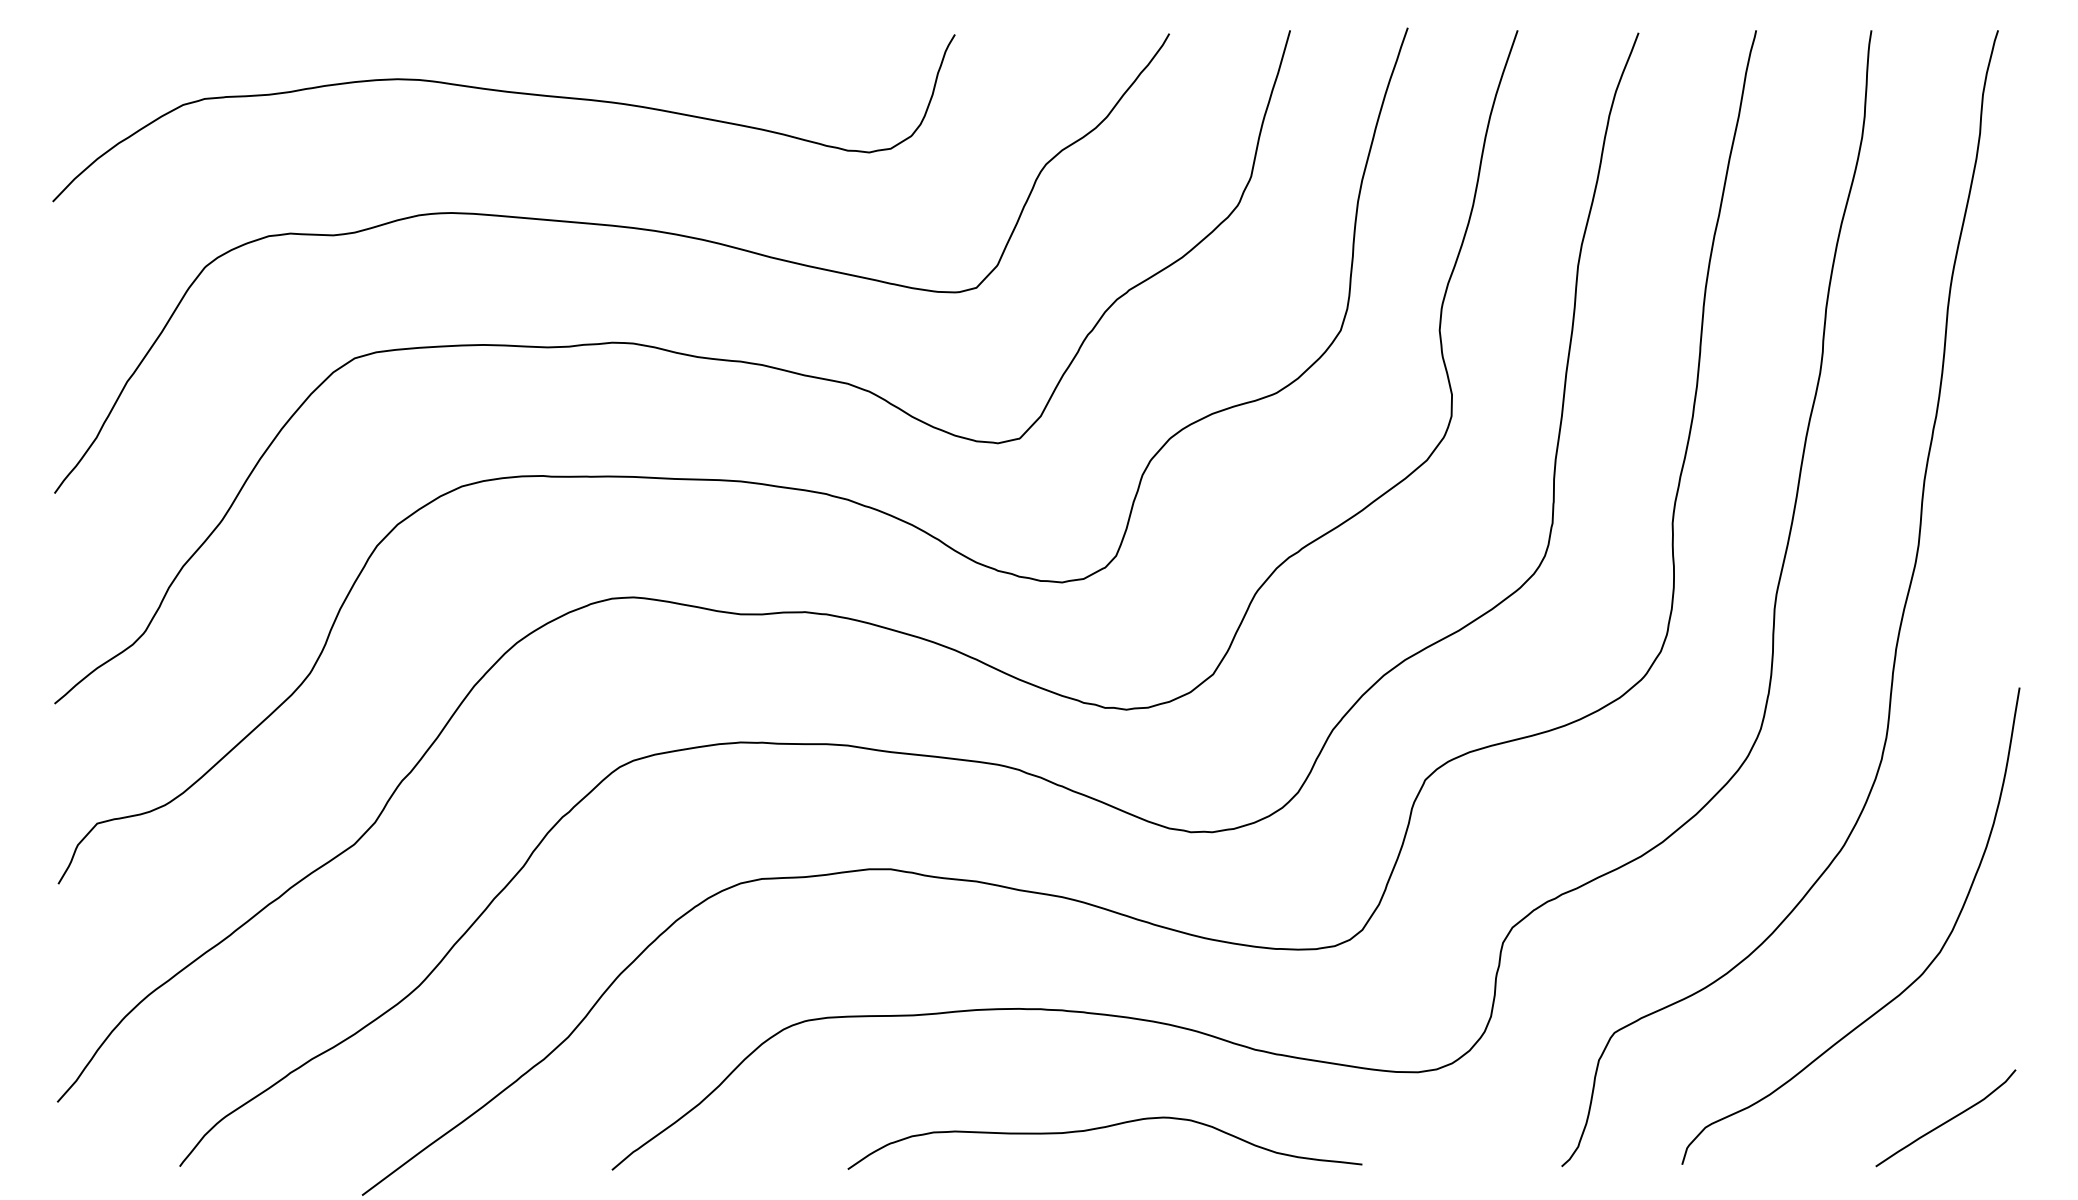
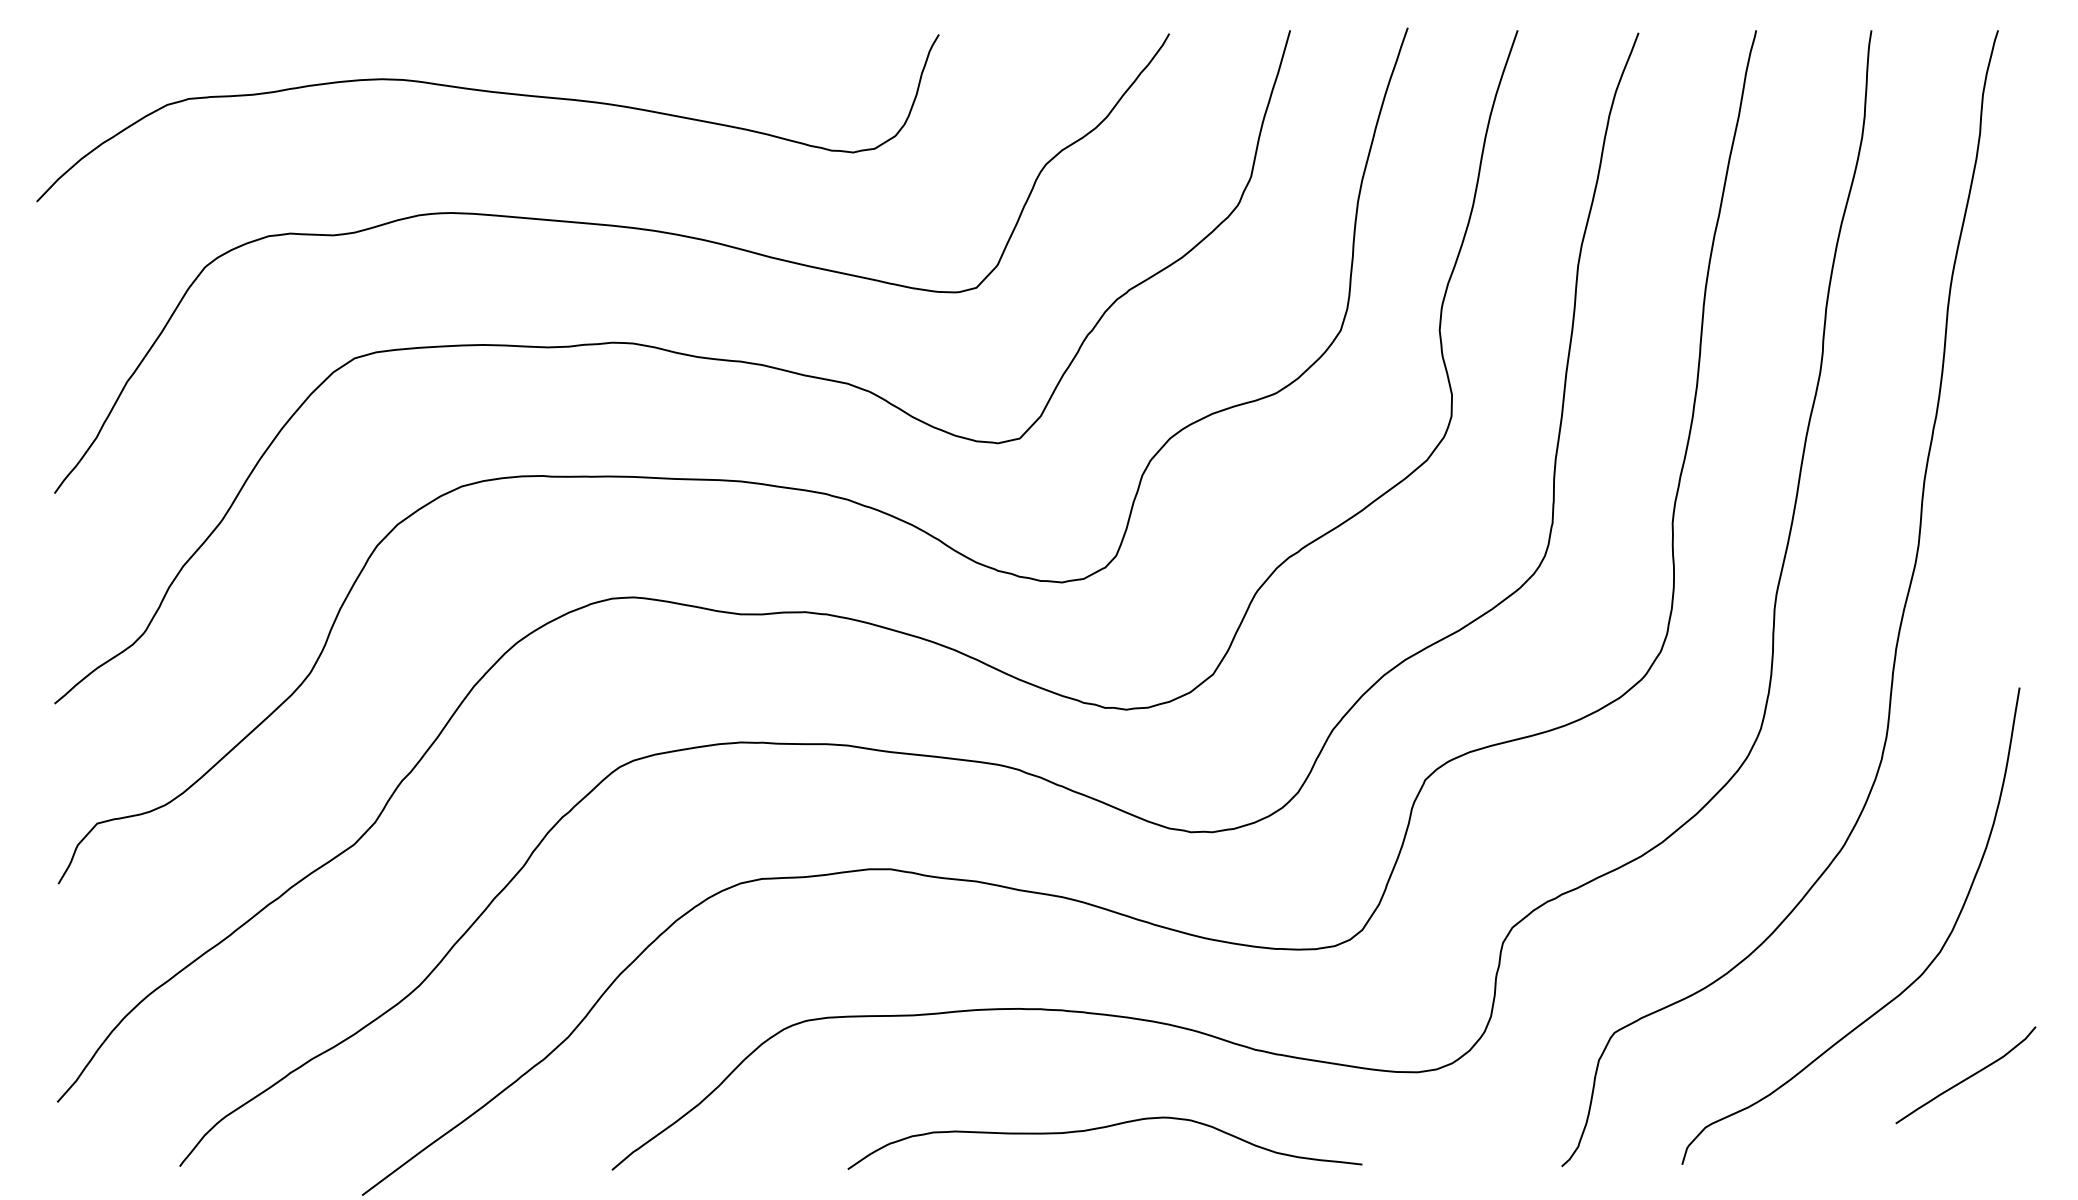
curve at (510, 93) position: (510, 93) -> (494, 93)
curve at (1947, 1120) position: (1947, 1120) -> (1967, 1077)
